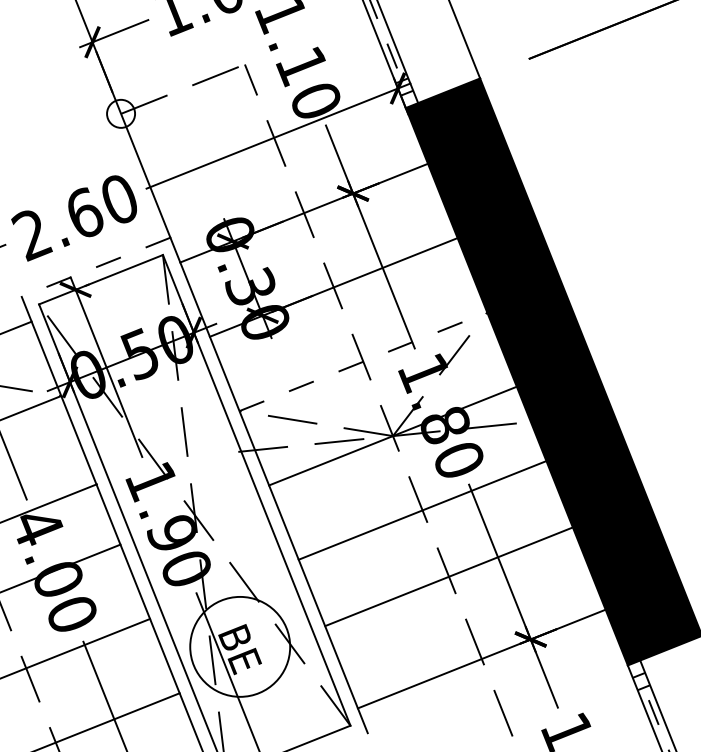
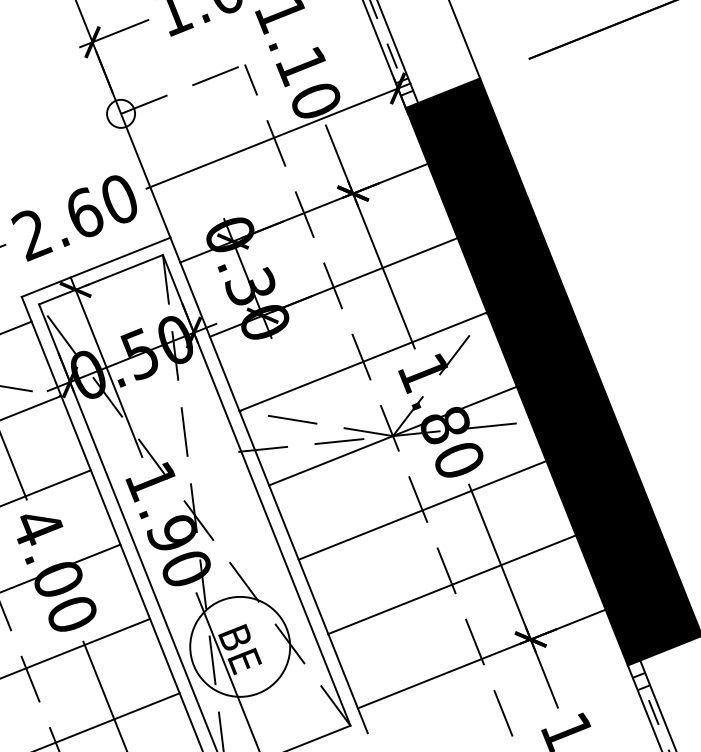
line at (96, 267): dashed -> solid
line at (363, 361): dashed -> solid
line at (49, 502) position: (49, 502) -> (46, 487)
line at (449, 576) position: (449, 576) -> (452, 584)
